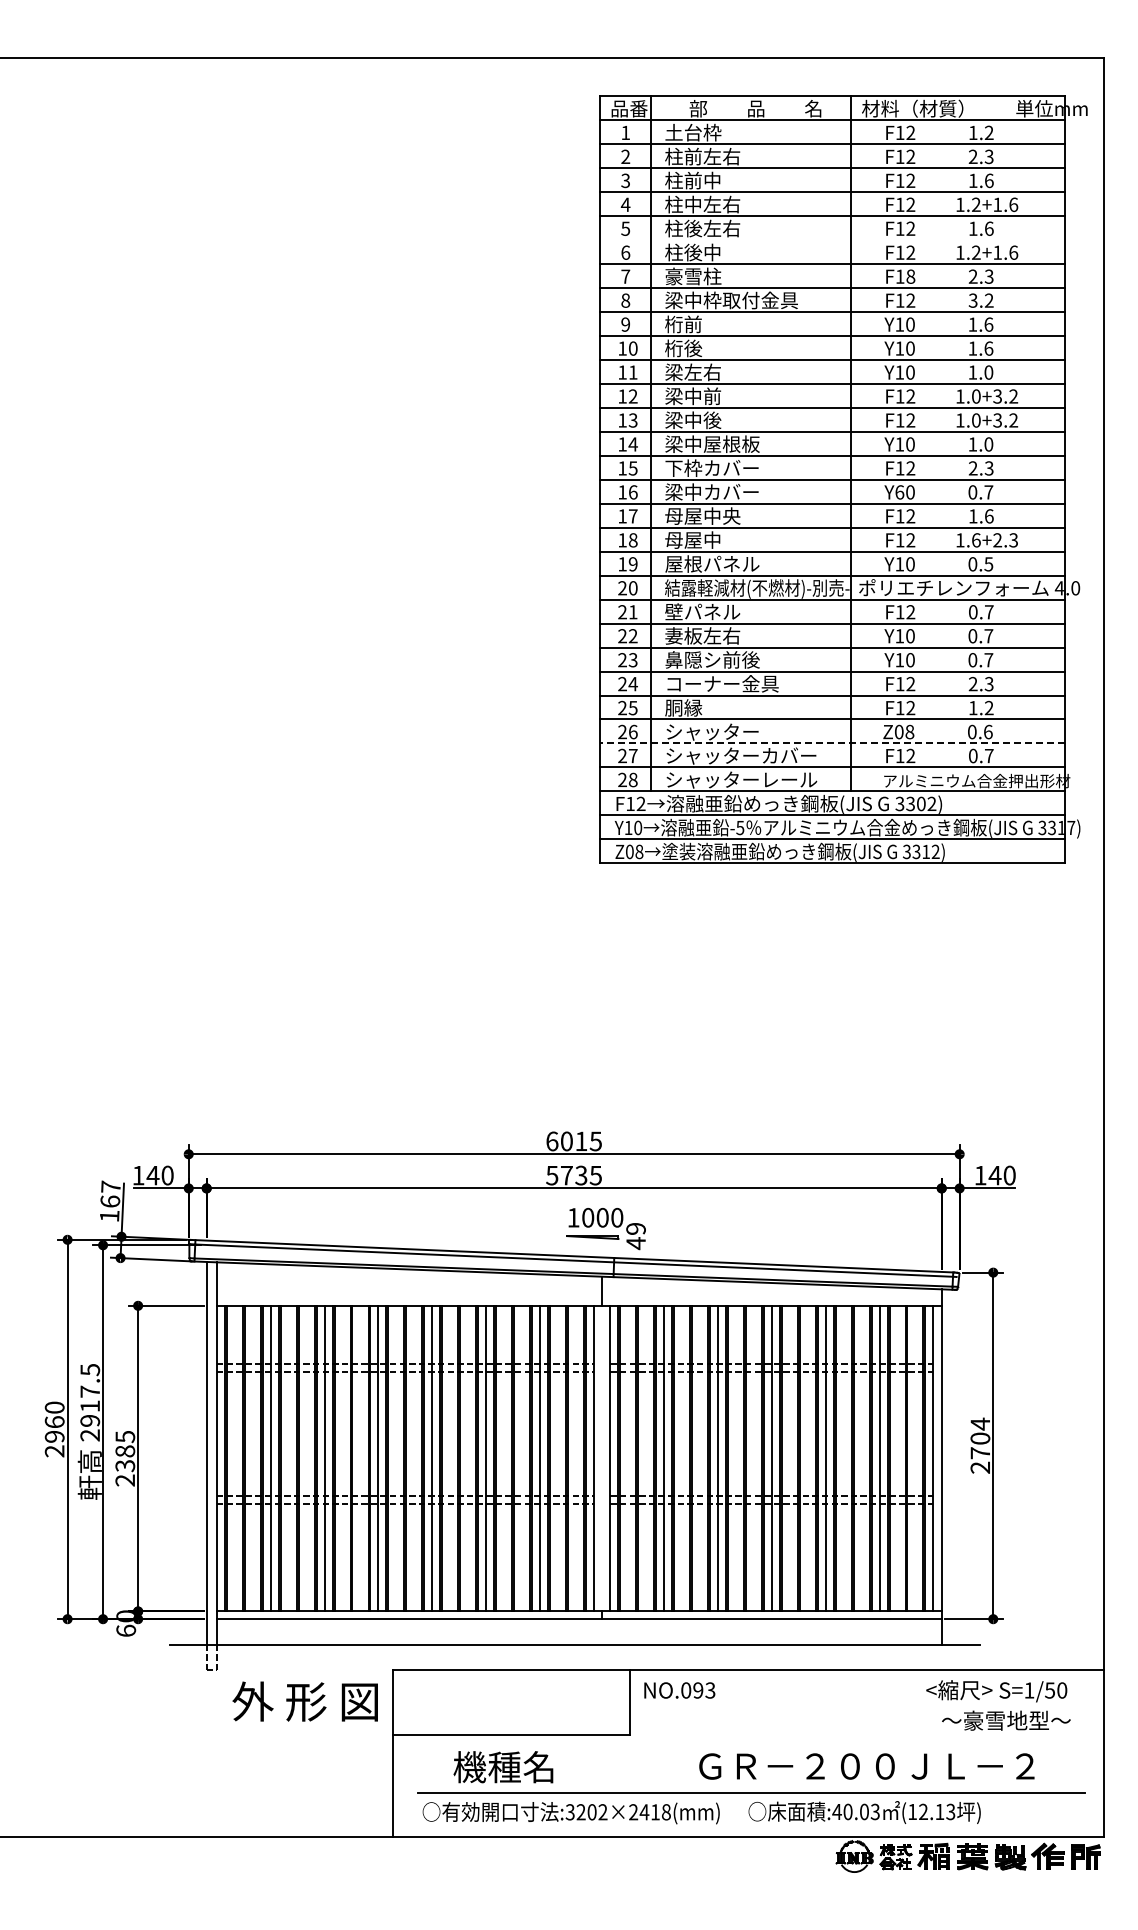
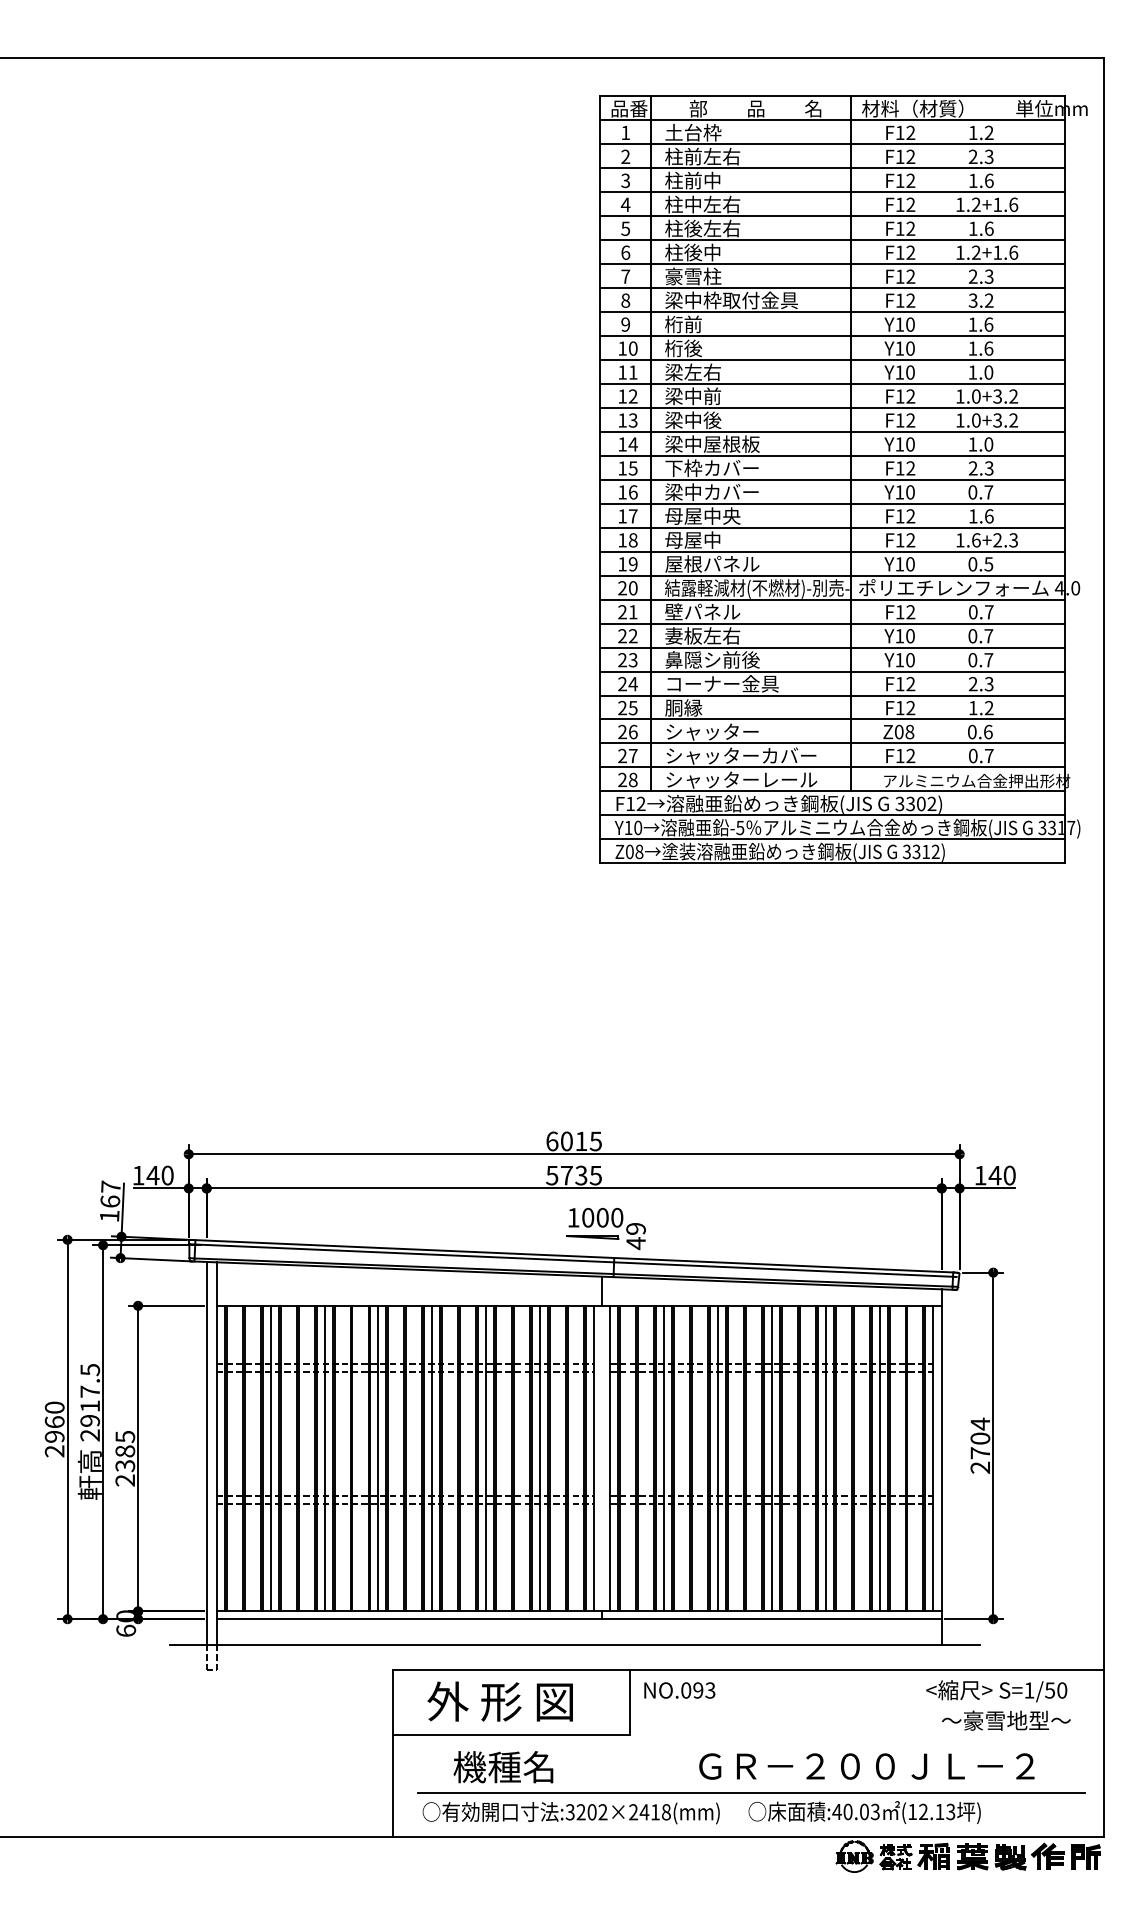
line at (832, 240): none -> present
text at (910, 276): F18 -> F12
text at (899, 492): Y60 -> Y10
line at (832, 743): dashed -> solid
text at (304, 1701) position: (304, 1701) -> (499, 1701)
